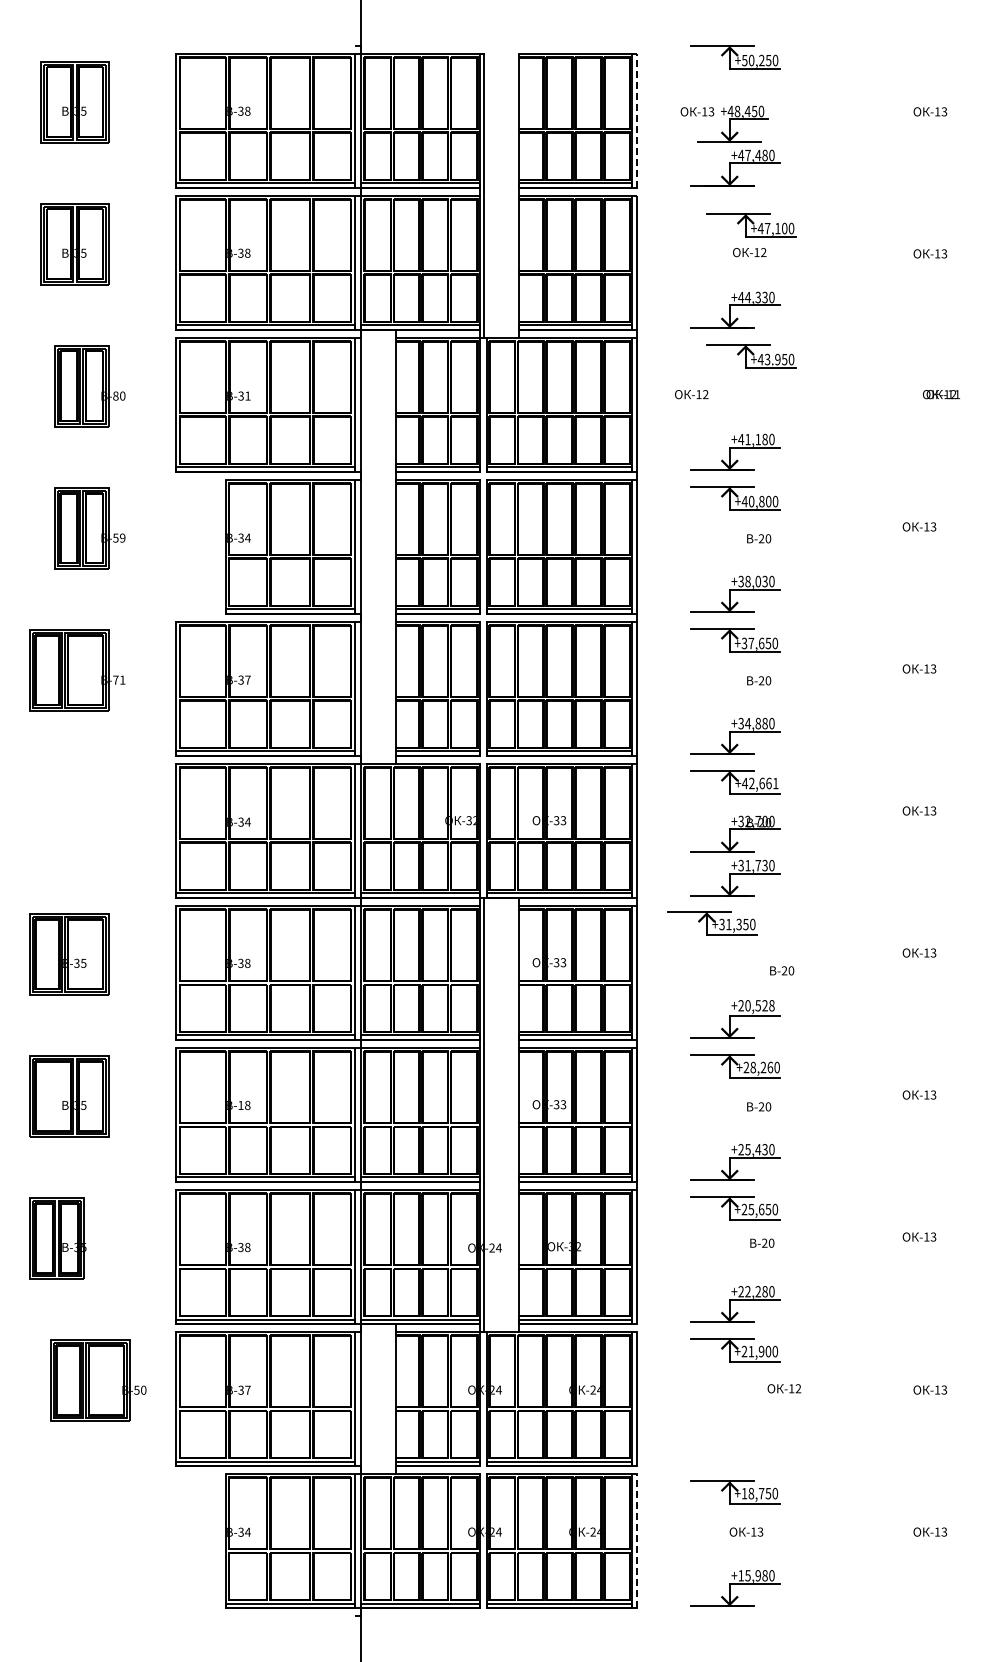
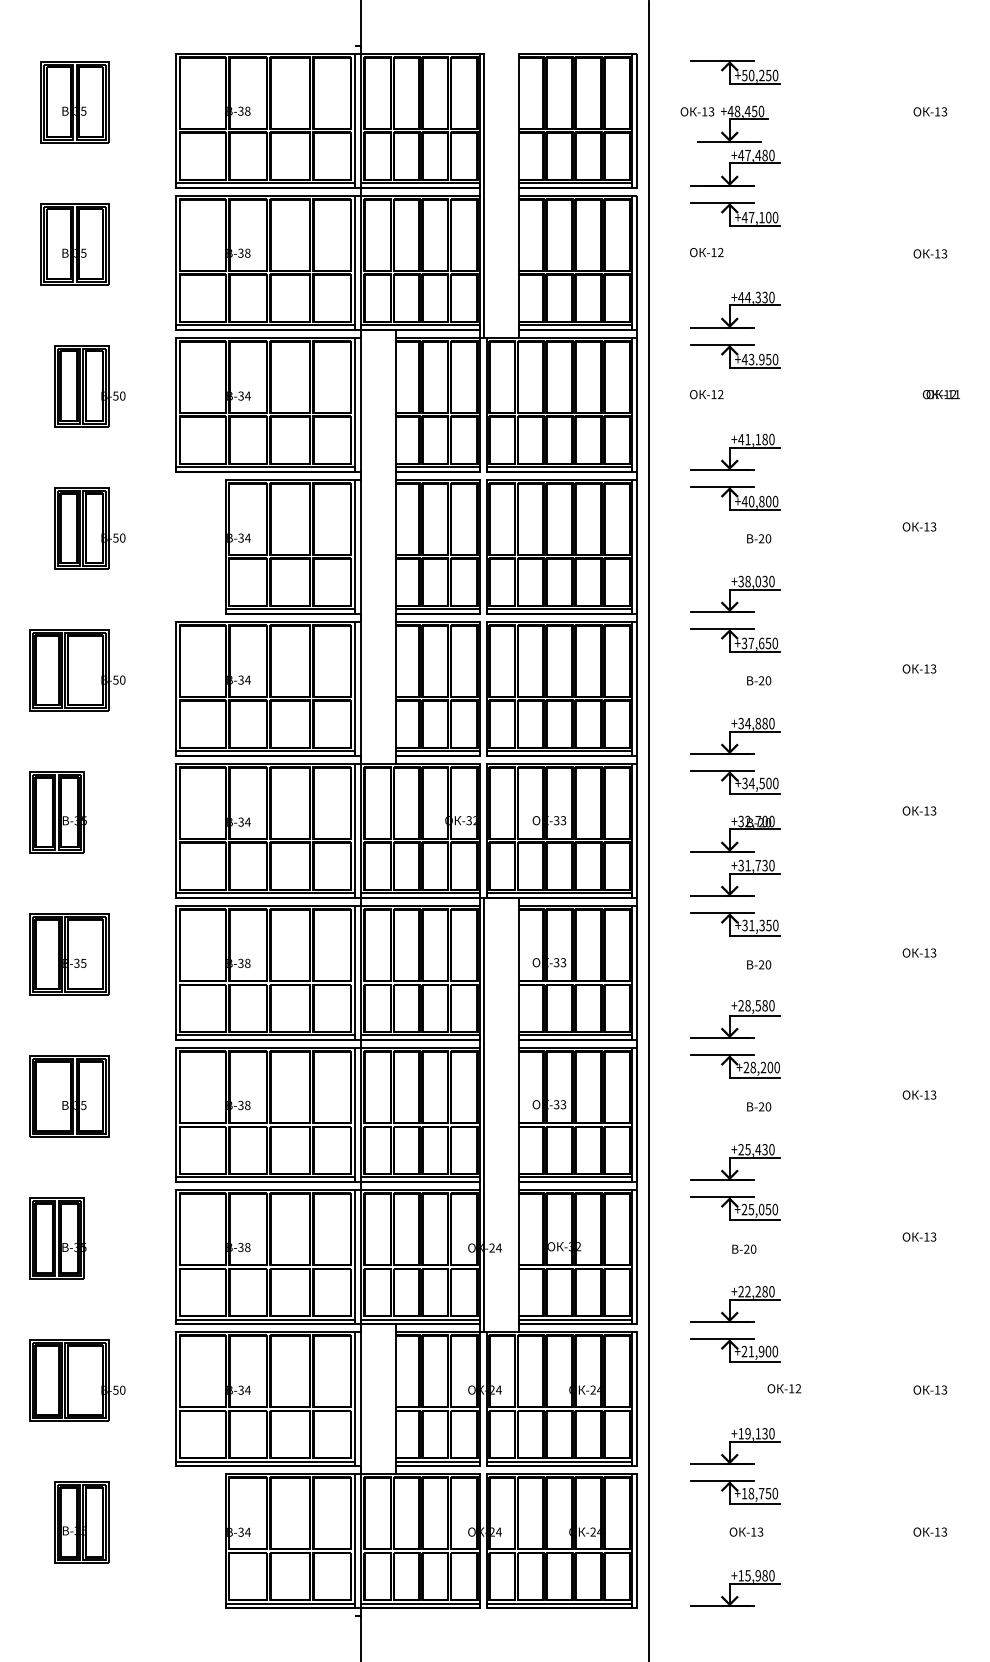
part at (735, 57) position: (735, 57) -> (735, 72)
line at (636, 120): dashed -> solid
part at (751, 225) position: (751, 225) -> (735, 214)
text at (749, 252) position: (749, 252) -> (706, 252)
part at (751, 356) position: (751, 356) -> (735, 356)
text at (691, 394) position: (691, 394) -> (706, 394)
text at (115, 395): -80 -> -50
text at (247, 395): -31 -> -34
text at (122, 537): -59 -> -50
text at (119, 679): -71 -> -50
text at (247, 679): -37 -> -34
text at (760, 783): +42,661 -> +34,500
part at (57, 812): none -> present
line at (649, 830): none -> present
part at (712, 923) position: (712, 923) -> (735, 924)
text at (782, 970) position: (782, 970) -> (759, 964)
text at (759, 1005): +20,528 -> +28,580
text at (770, 1067): +28,260 -> +28,200
text at (240, 1105): -18 -> -38
text at (761, 1209): +25,650 -> +25,050
text at (762, 1242) position: (762, 1242) -> (744, 1248)
part at (98, 1380) position: (98, 1380) -> (77, 1380)
text at (247, 1389): -37 -> -34
part at (735, 1446): none -> present
part at (81, 1522): none -> present
line at (636, 1541): dashed -> solid
